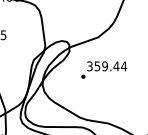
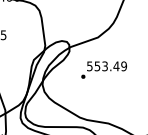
text at (107, 66): 359.44 -> 553.49
